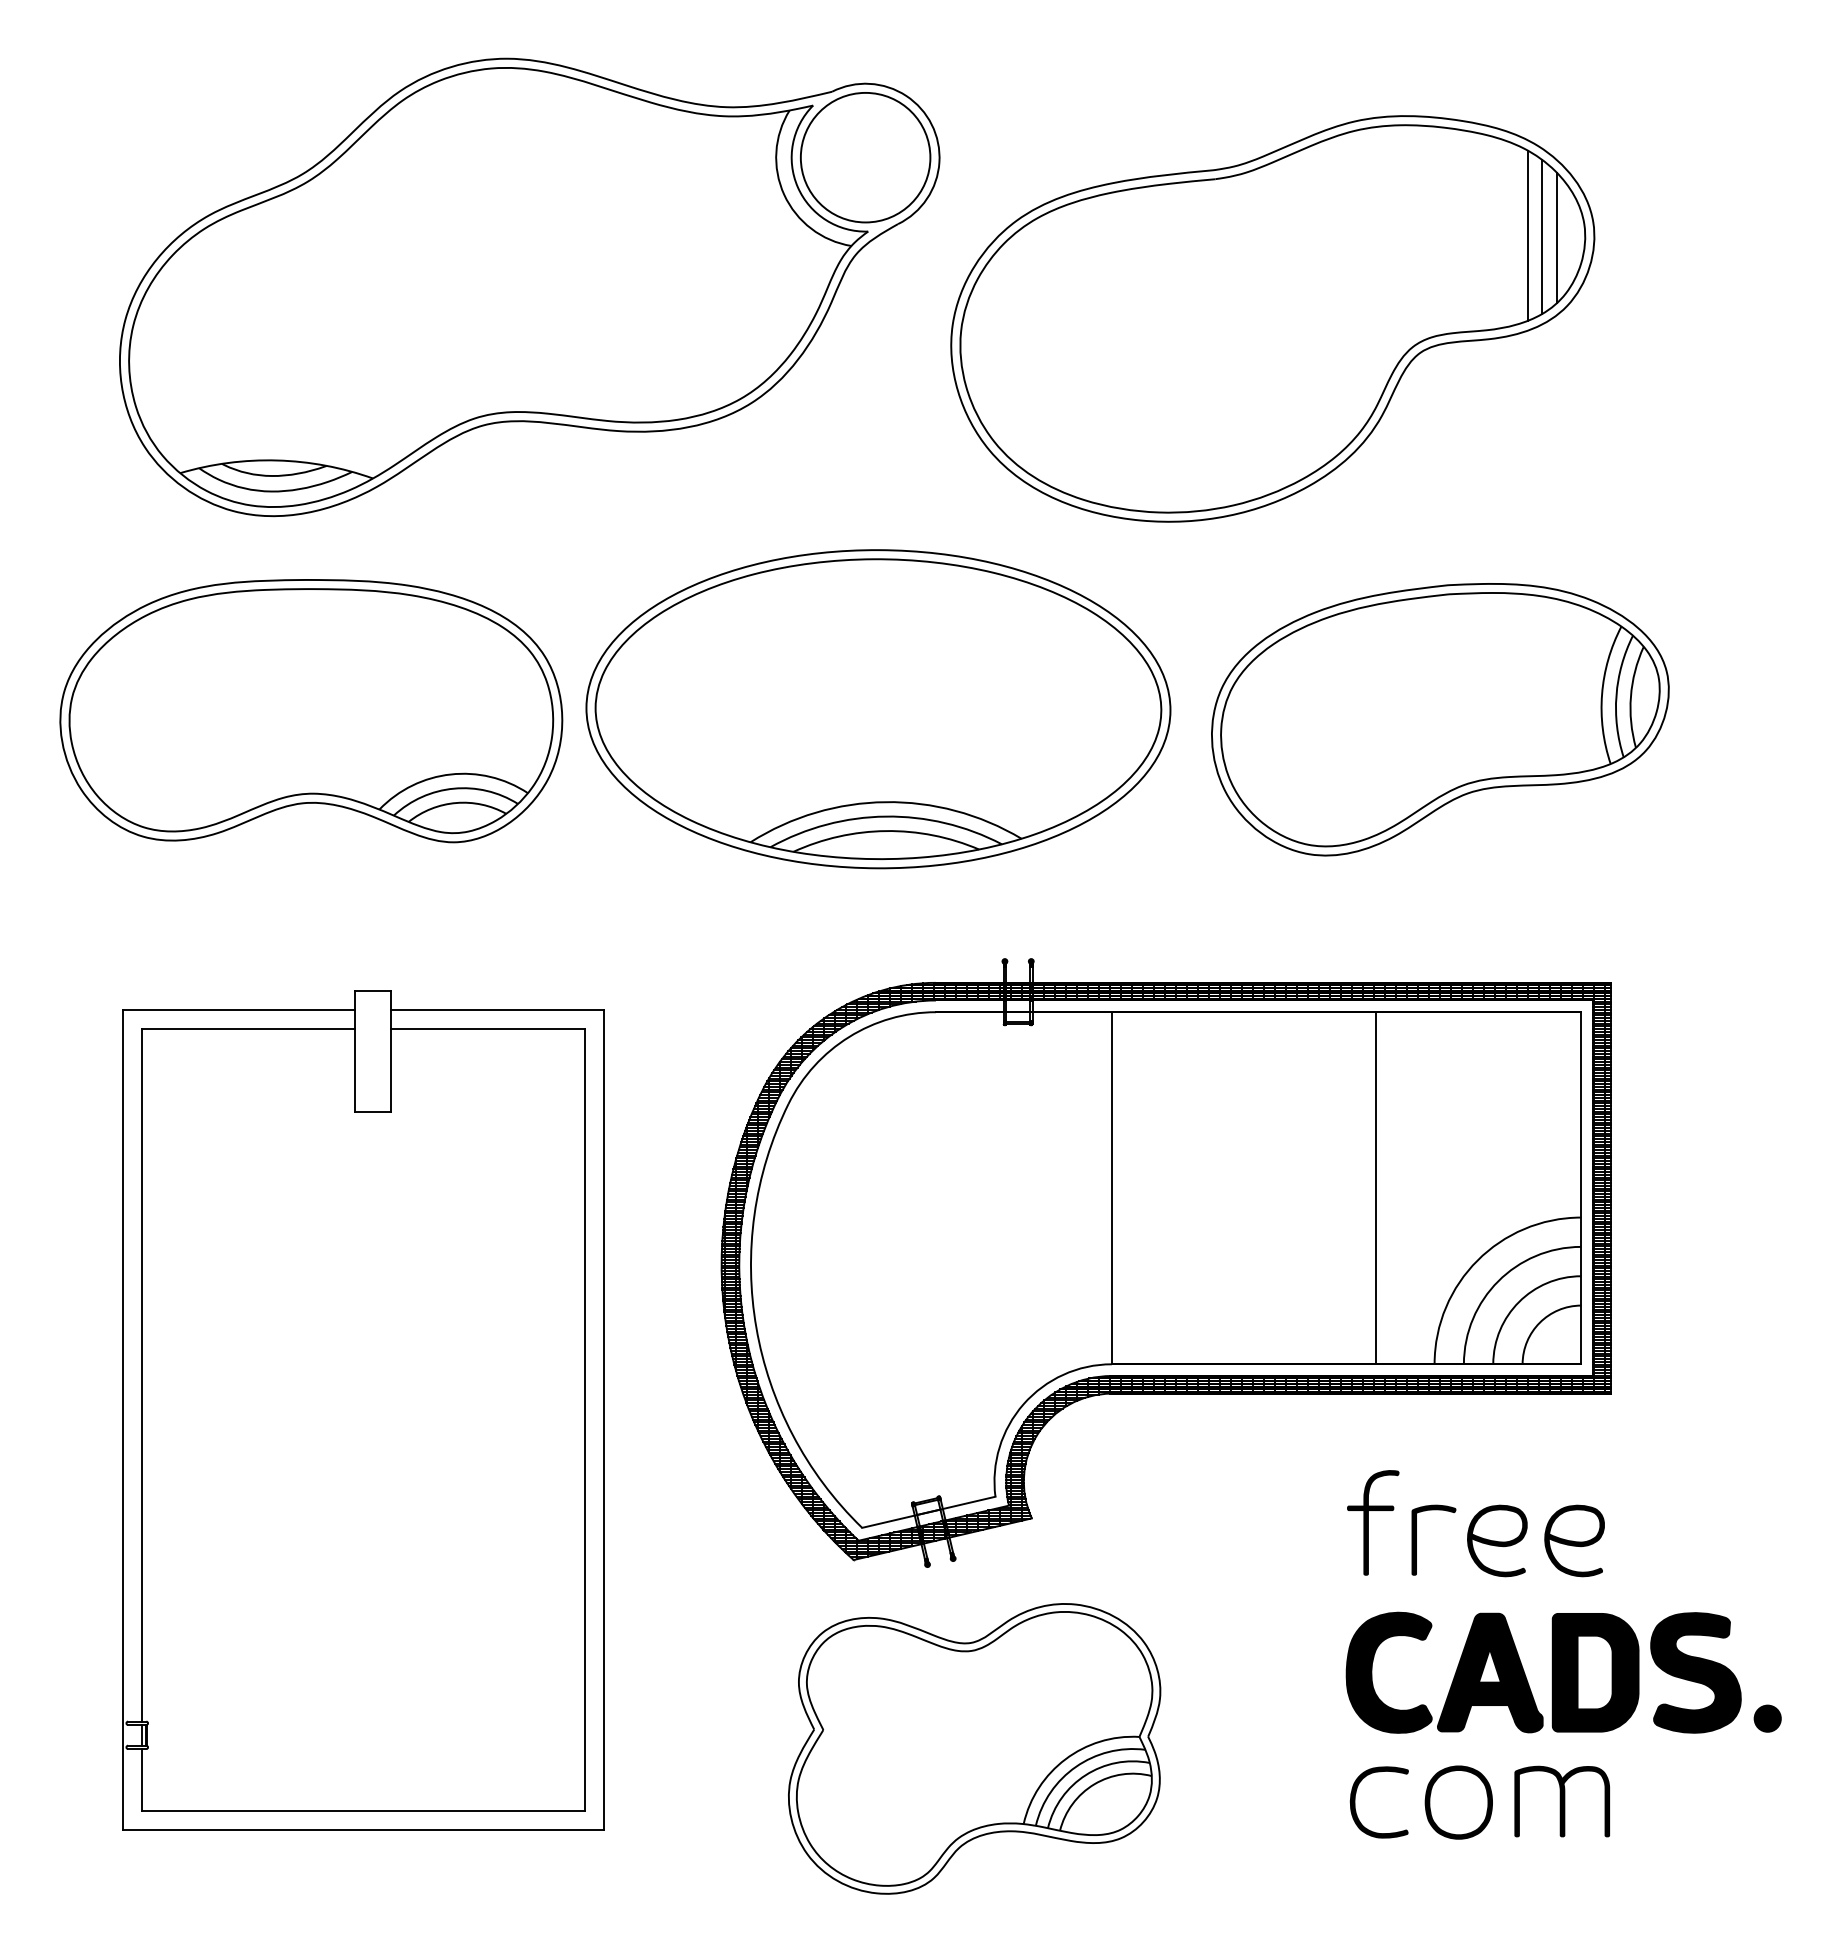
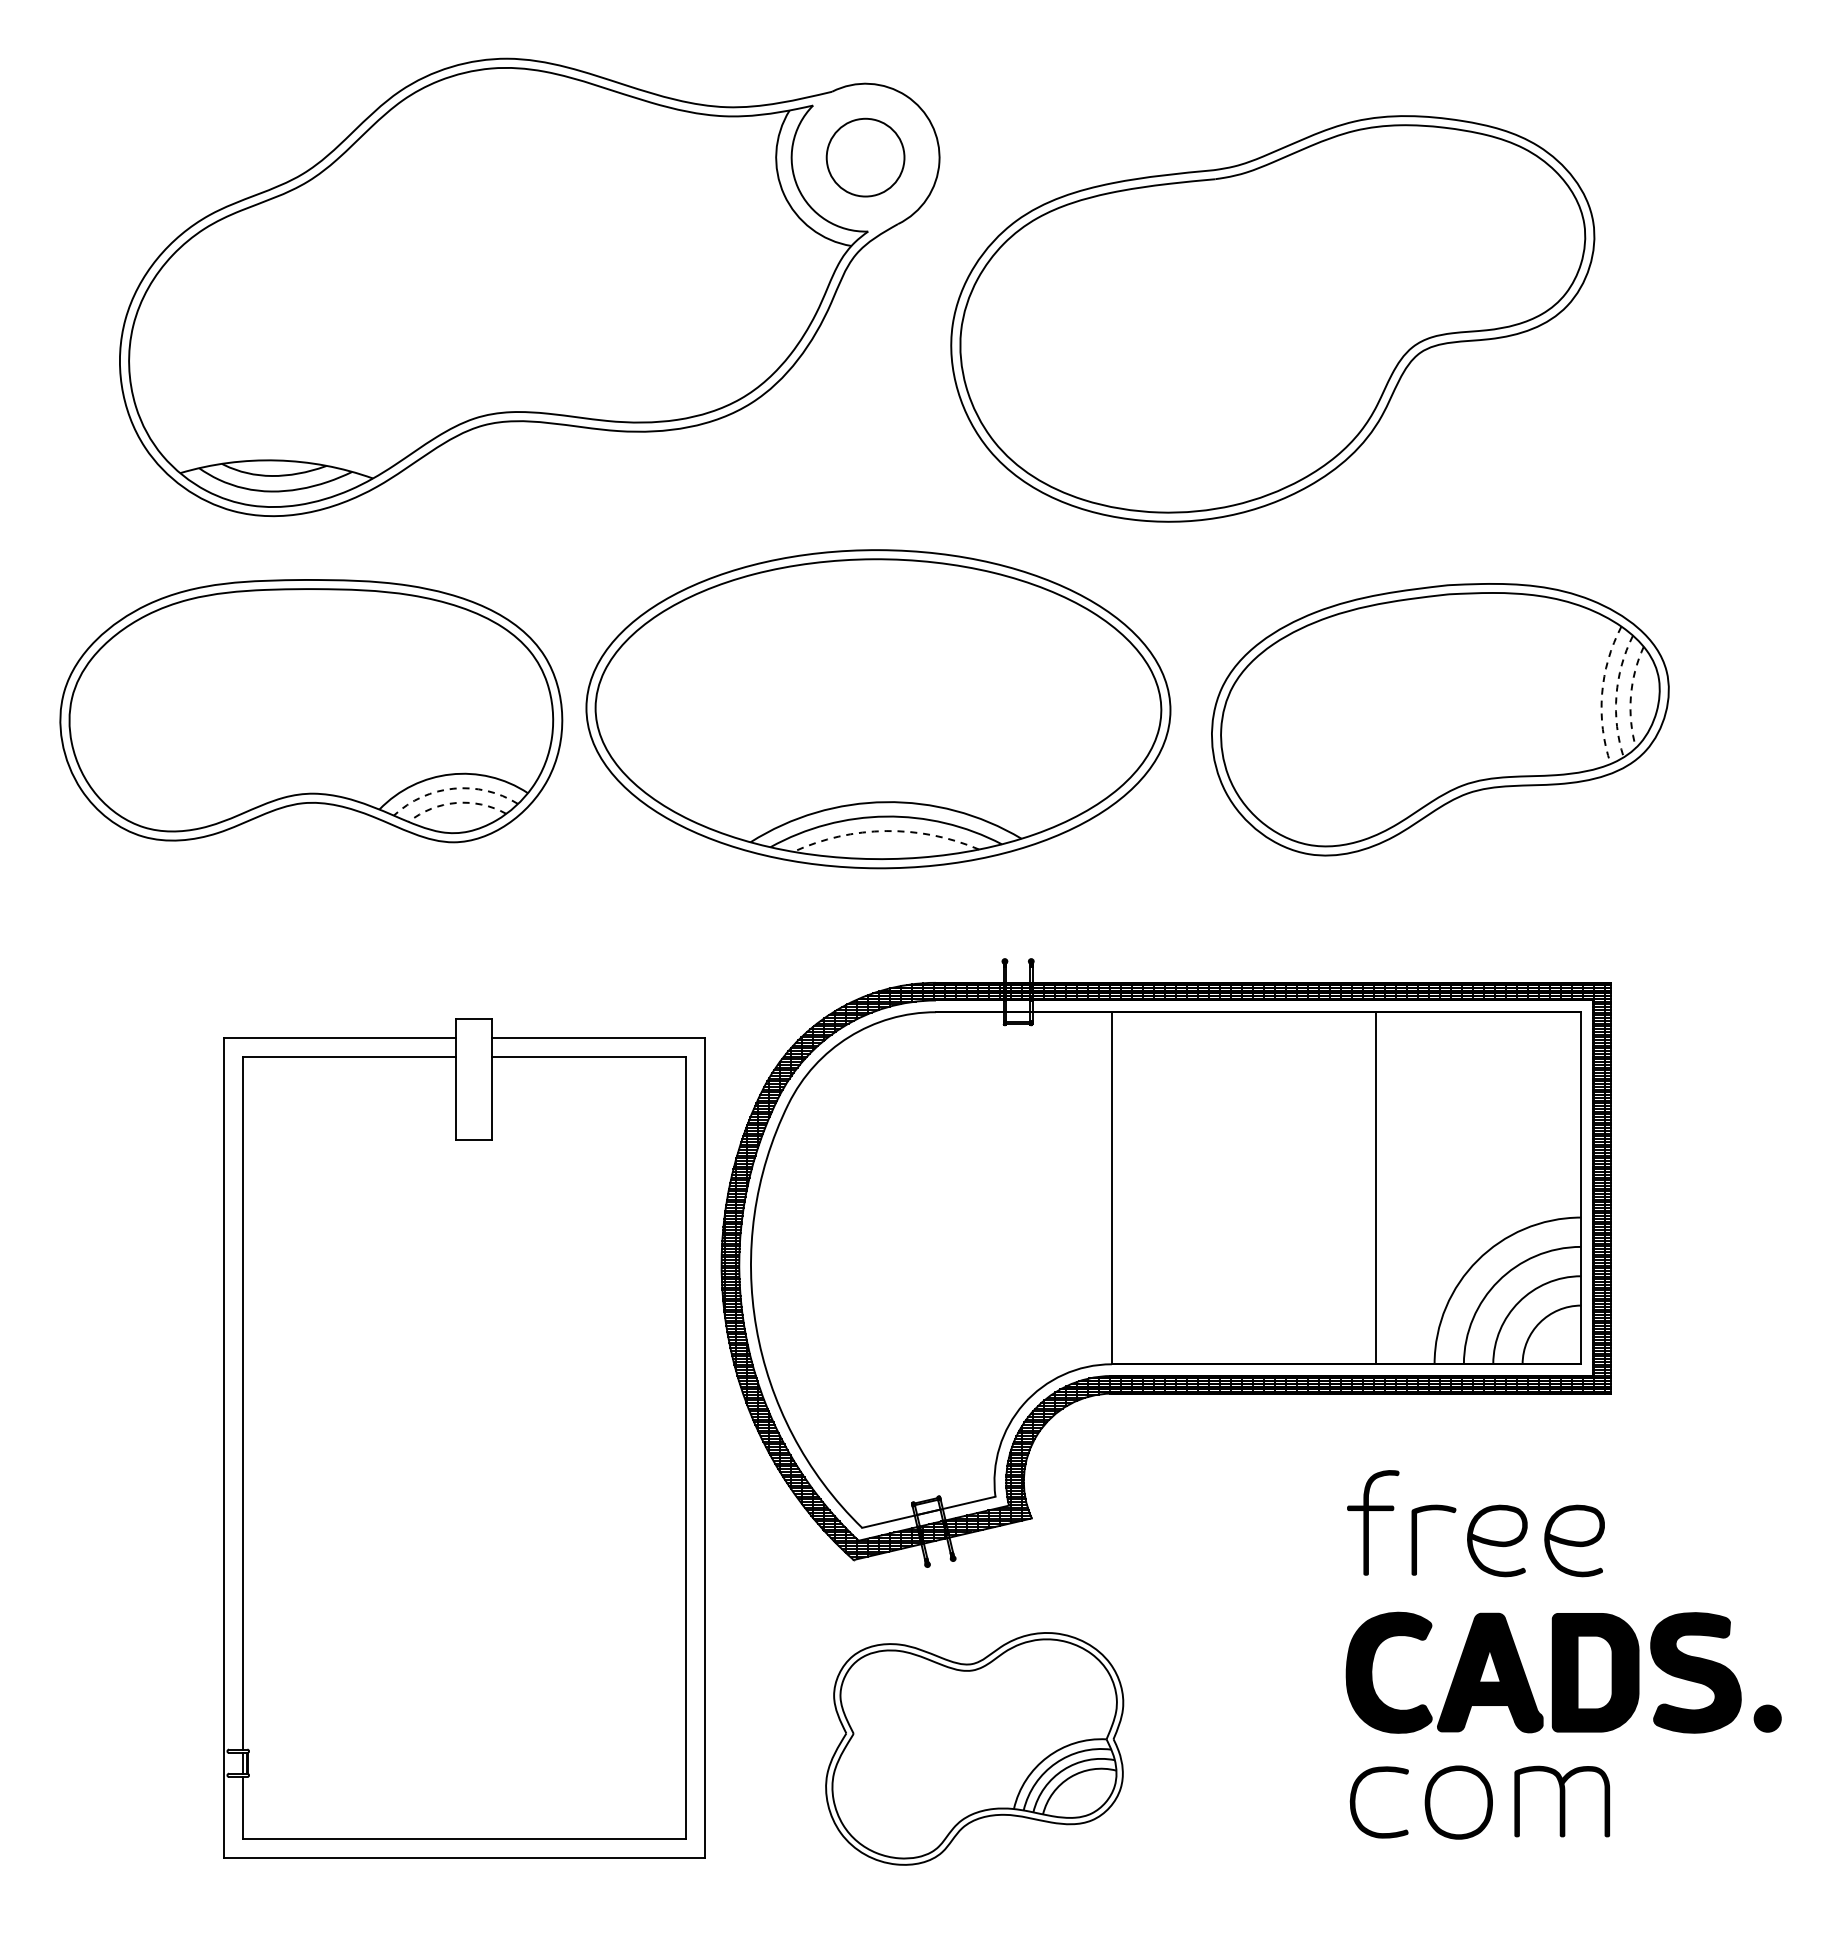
circle at (865, 157) diameter: 130 px -> 78 px
line at (1527, 235): present -> none
line at (1542, 236): present -> none
line at (1556, 237): present -> none
arc at (1602, 694): solid -> dashed
arc at (1616, 695): solid -> dashed
arc at (1630, 696): solid -> dashed
arc at (453, 788): solid -> dashed
arc at (456, 803): solid -> dashed
arc at (886, 831): solid -> dashed
part at (363, 1410) position: (363, 1410) -> (464, 1438)
part at (974, 1748) size: 374x292 px -> 300x234 px
